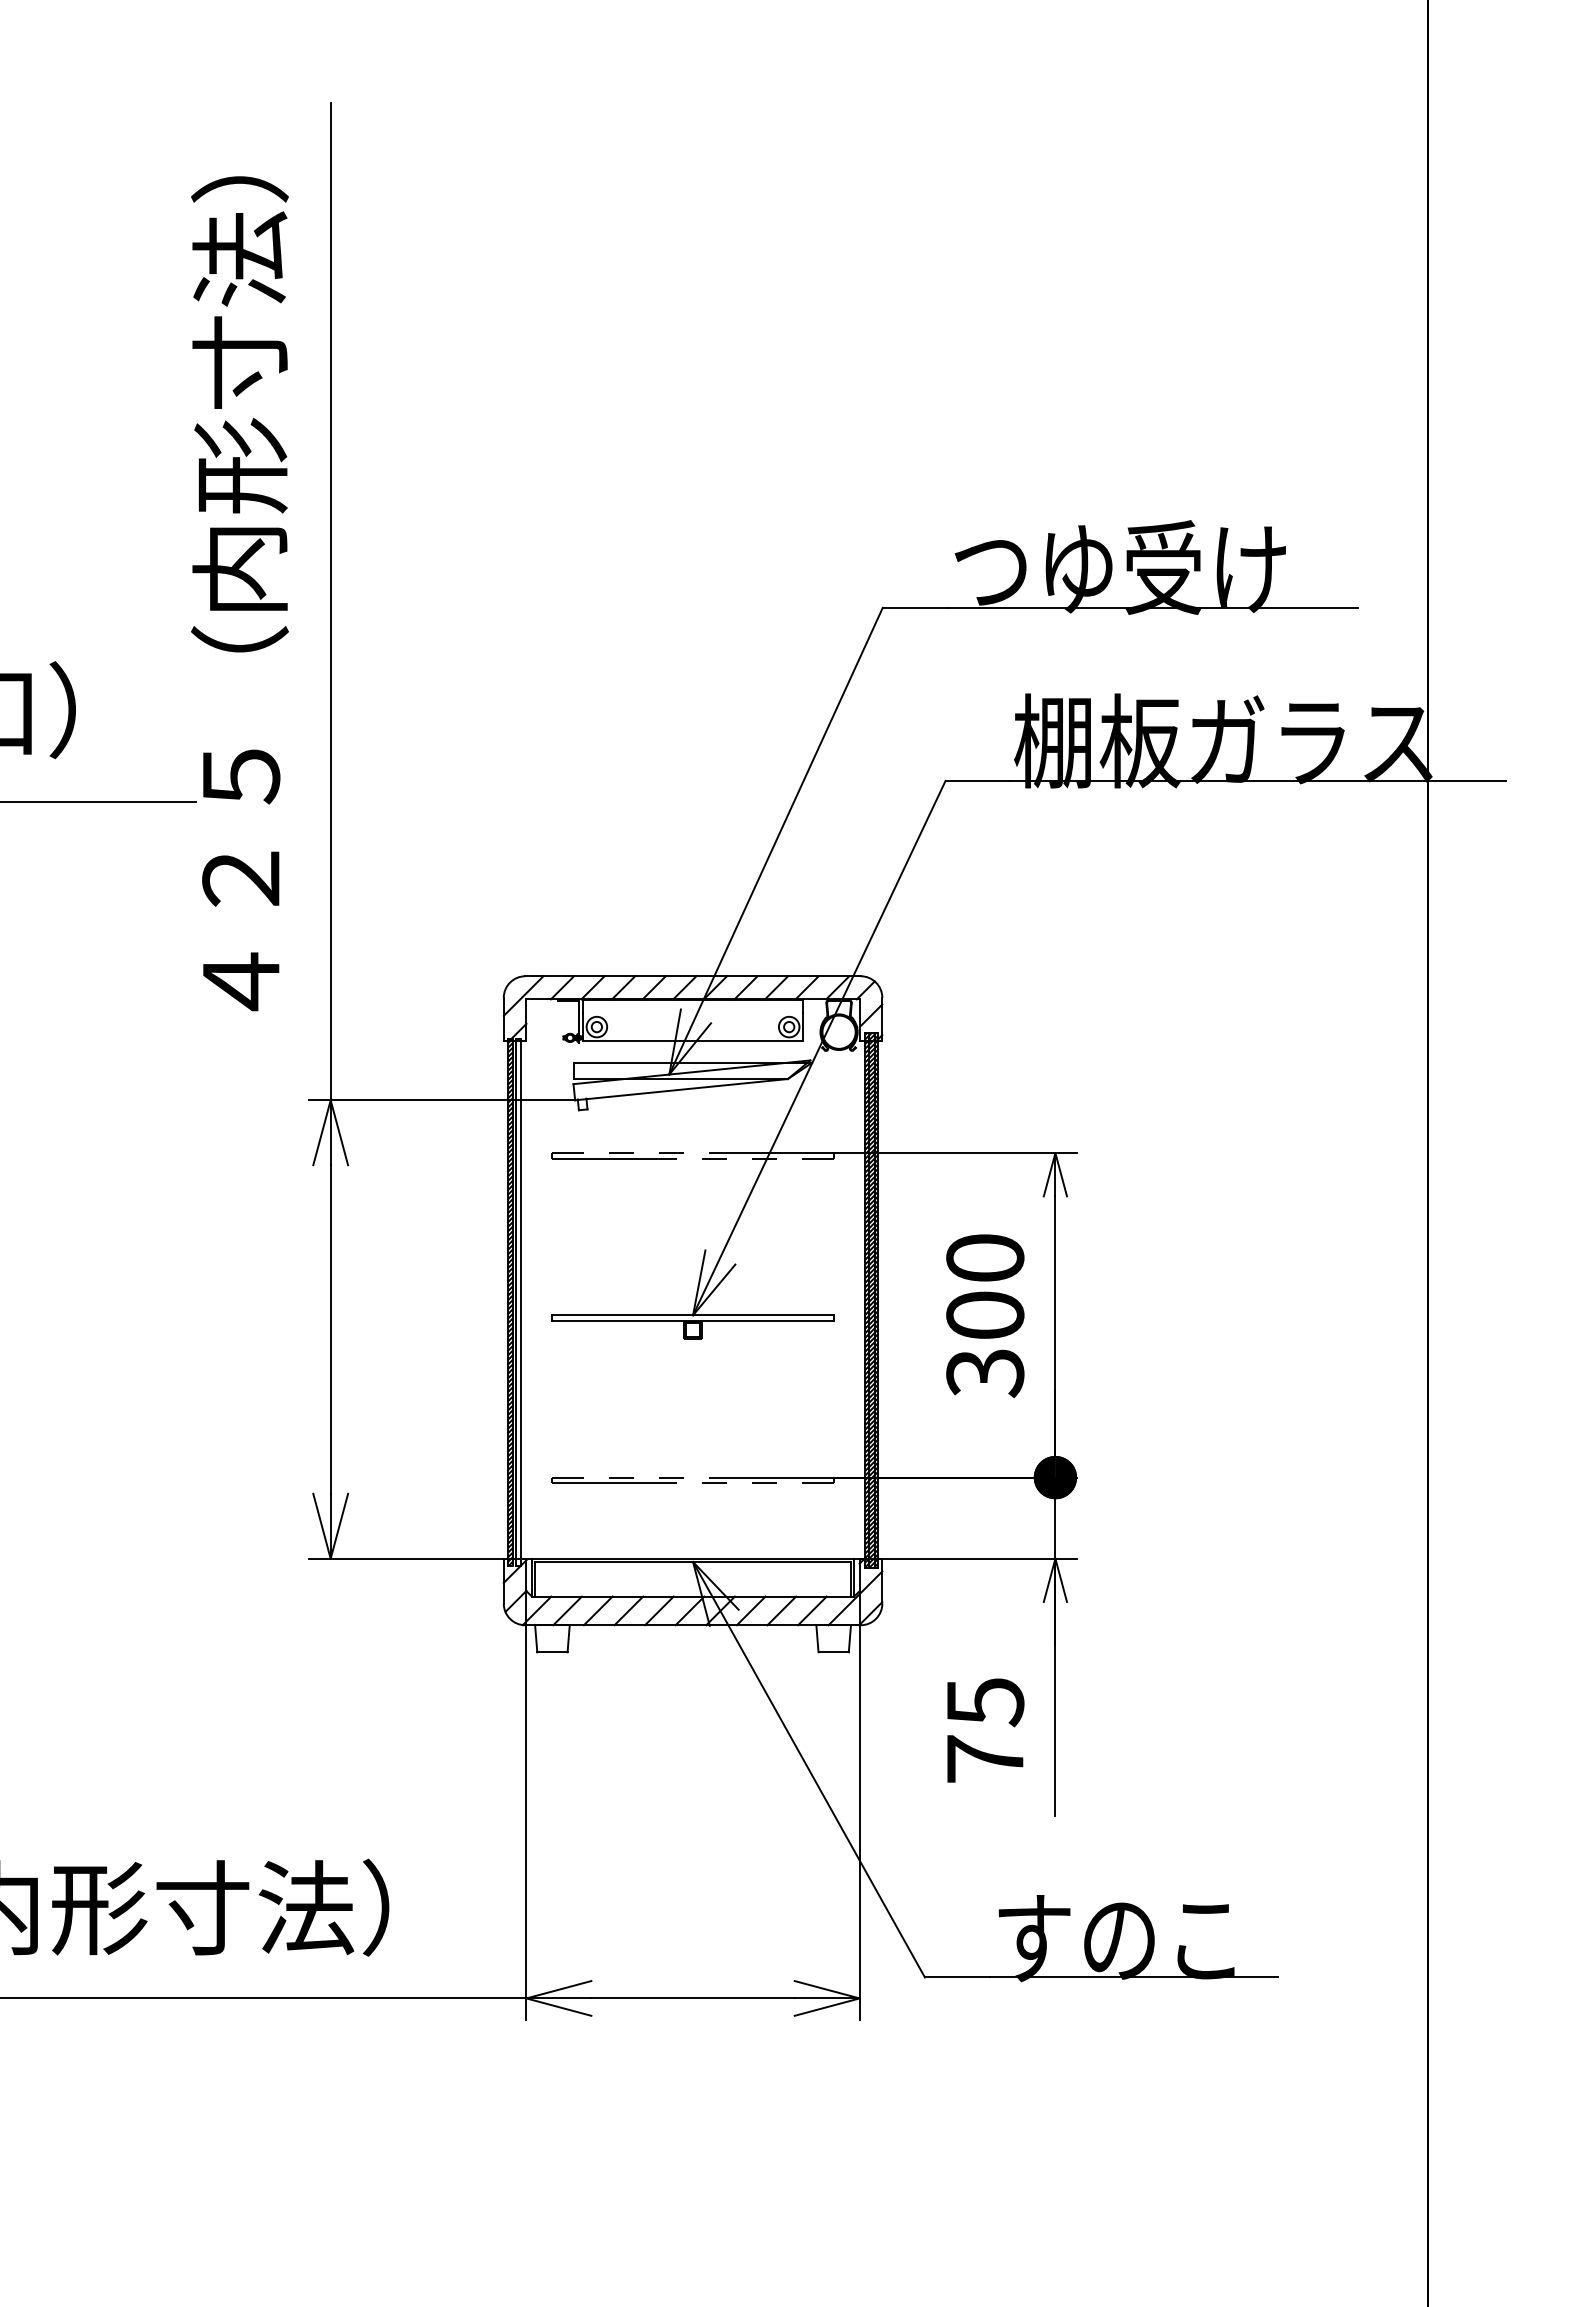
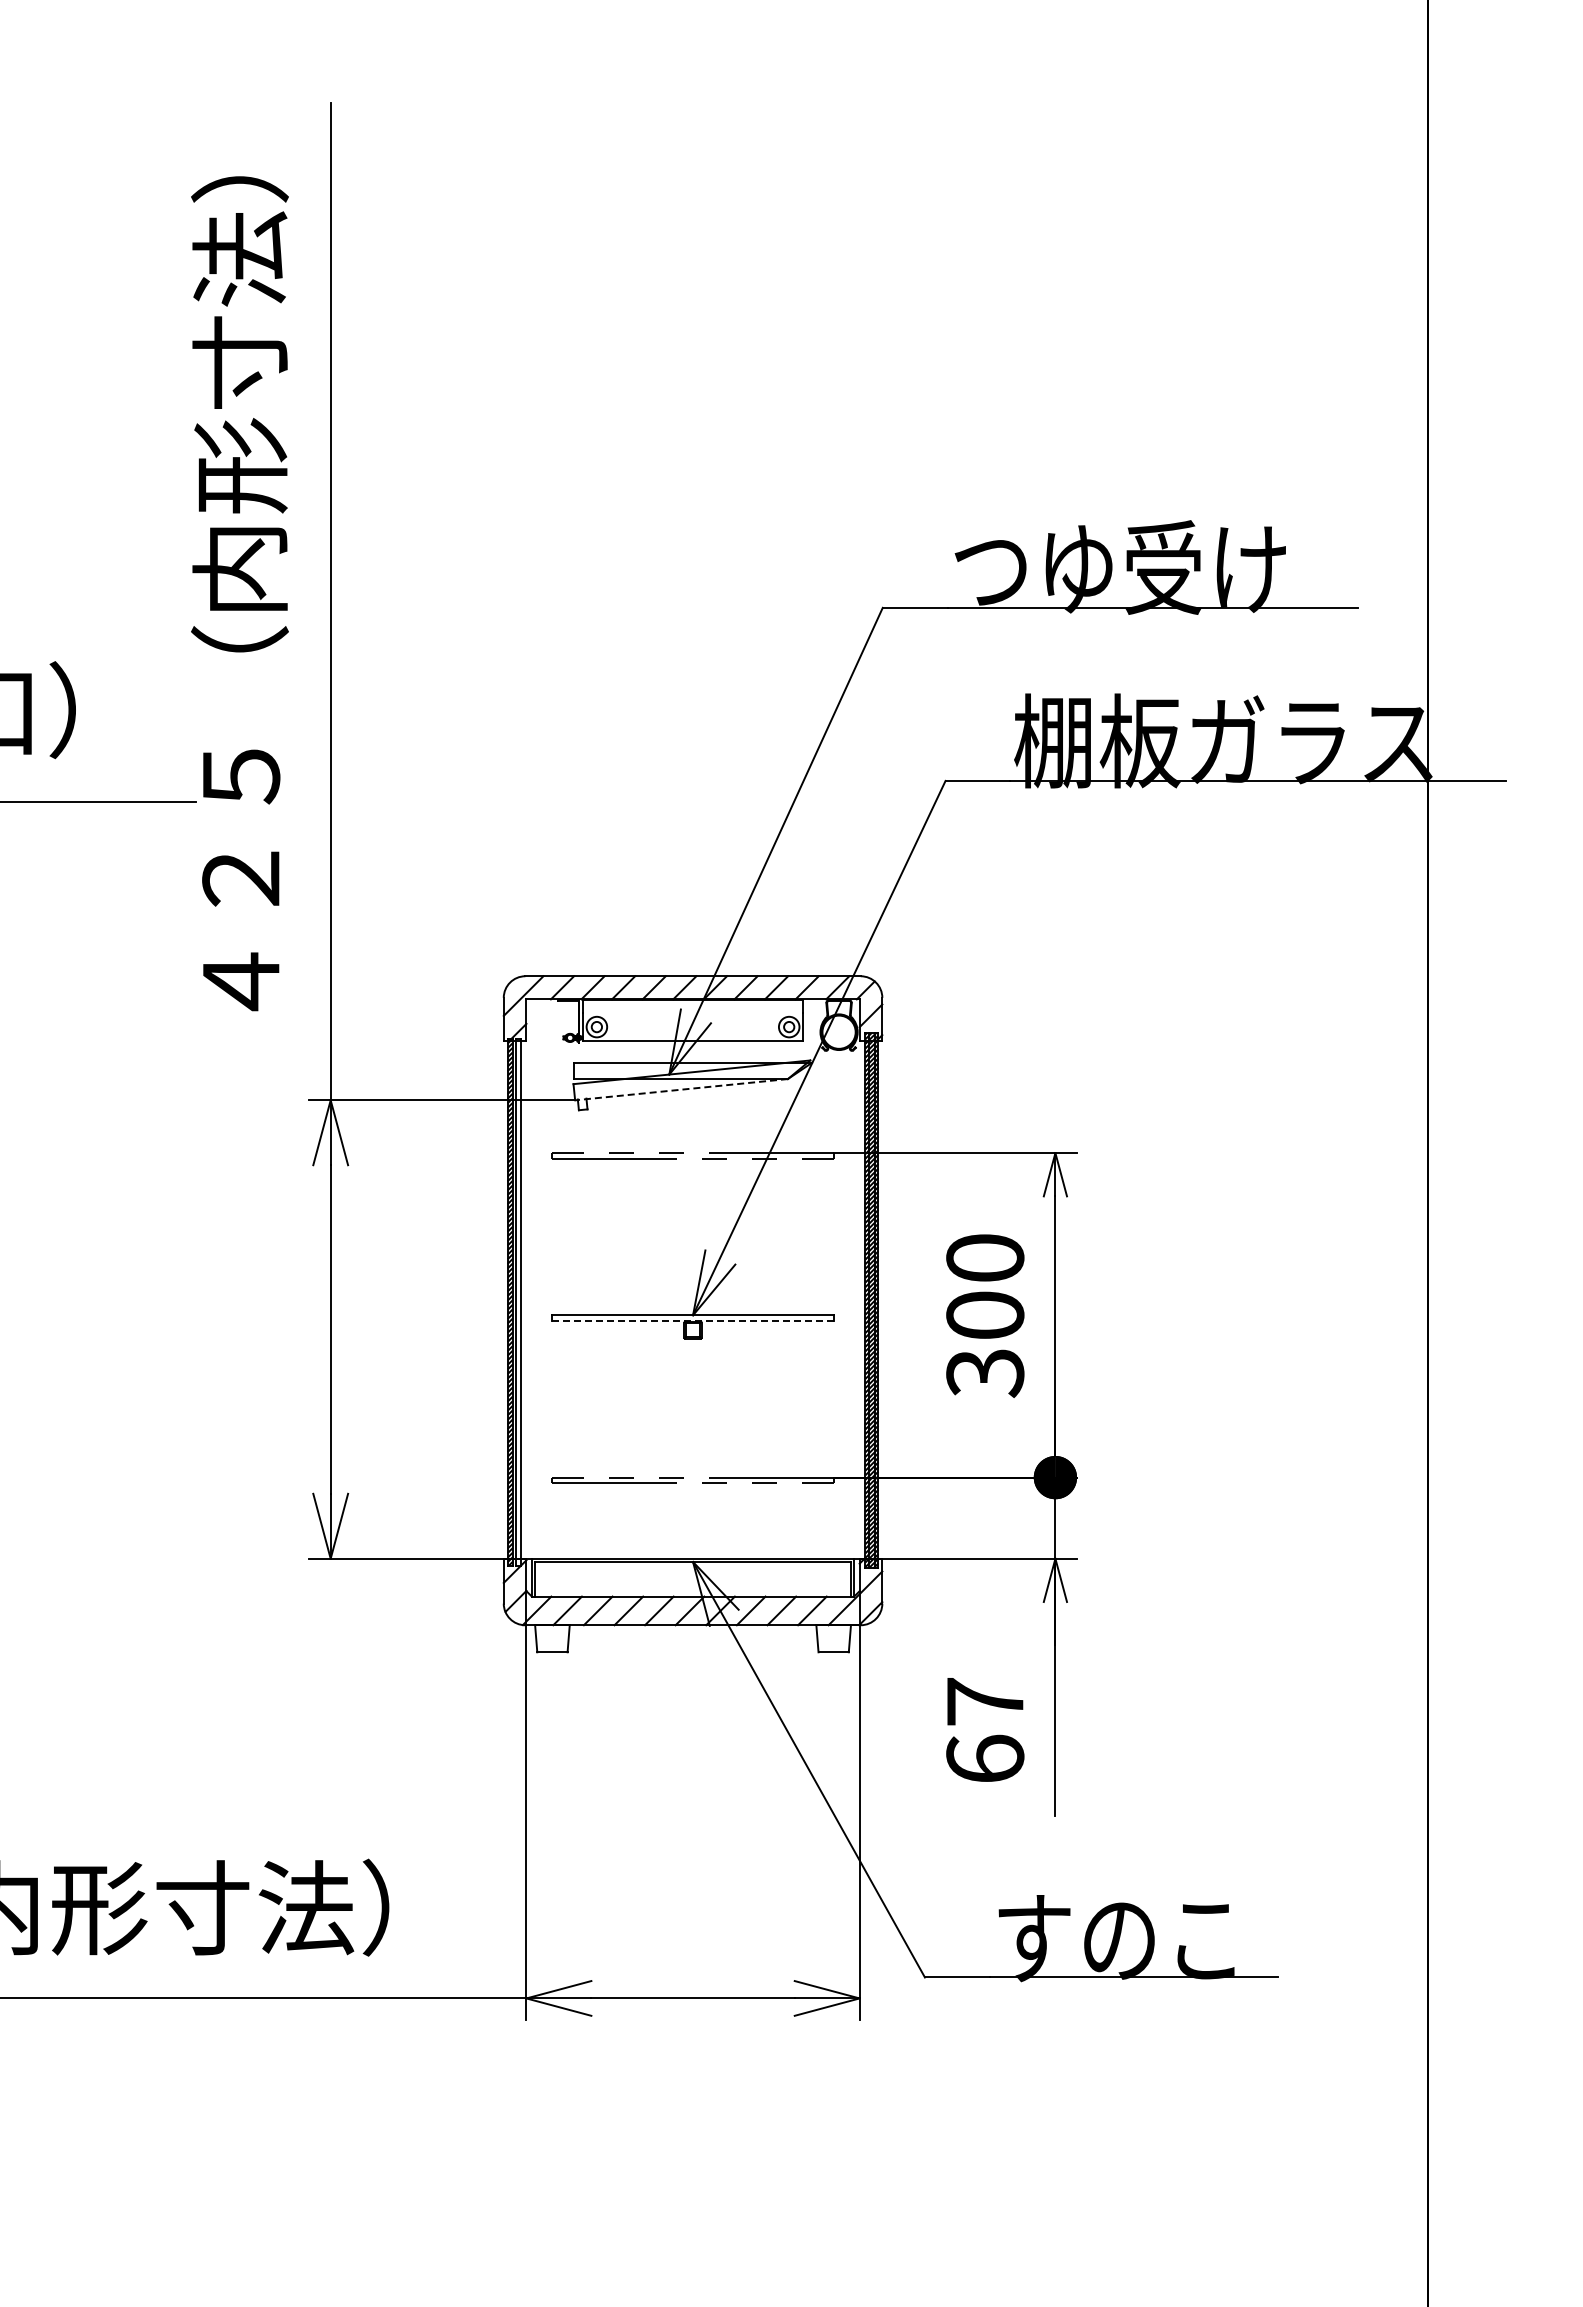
line at (681, 1089): solid -> dashed
line at (693, 1320): solid -> dashed
text at (985, 1730): 75 -> 67
